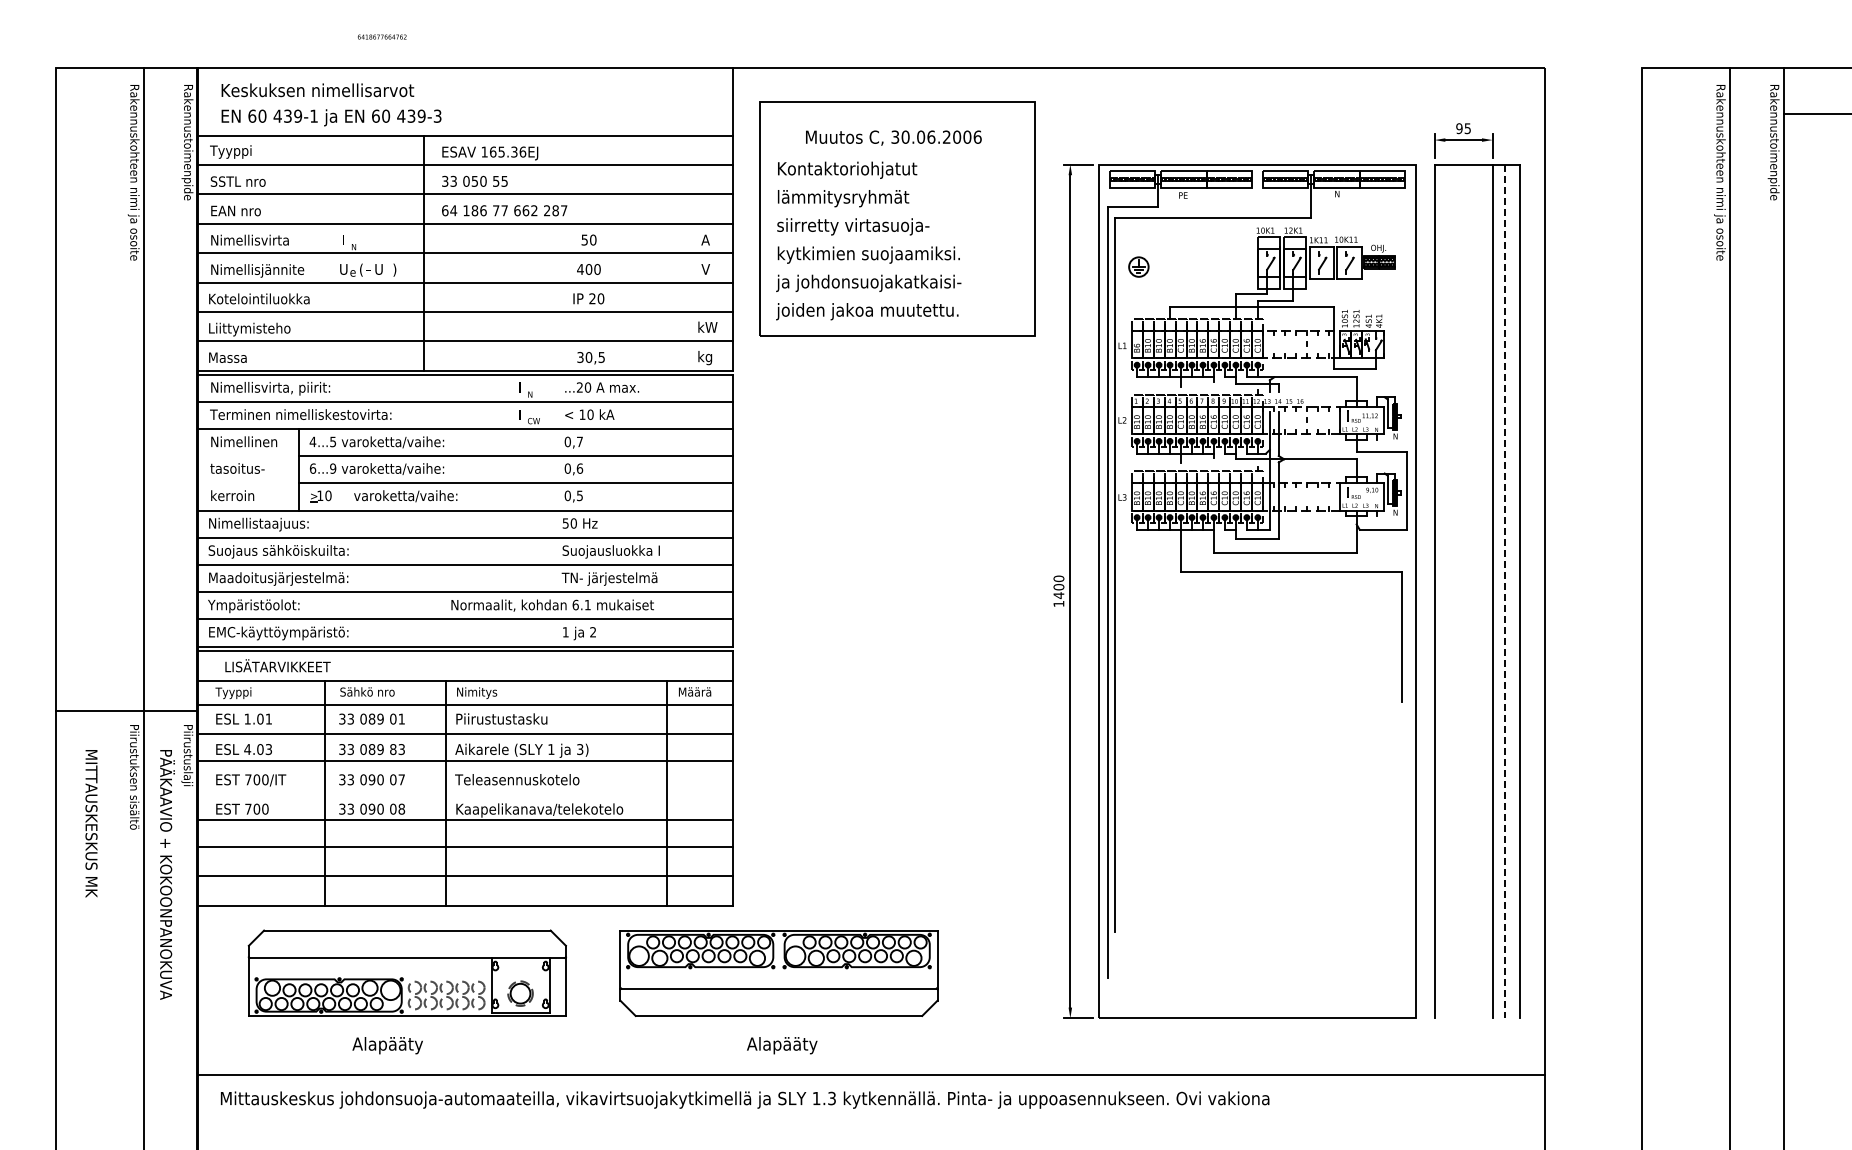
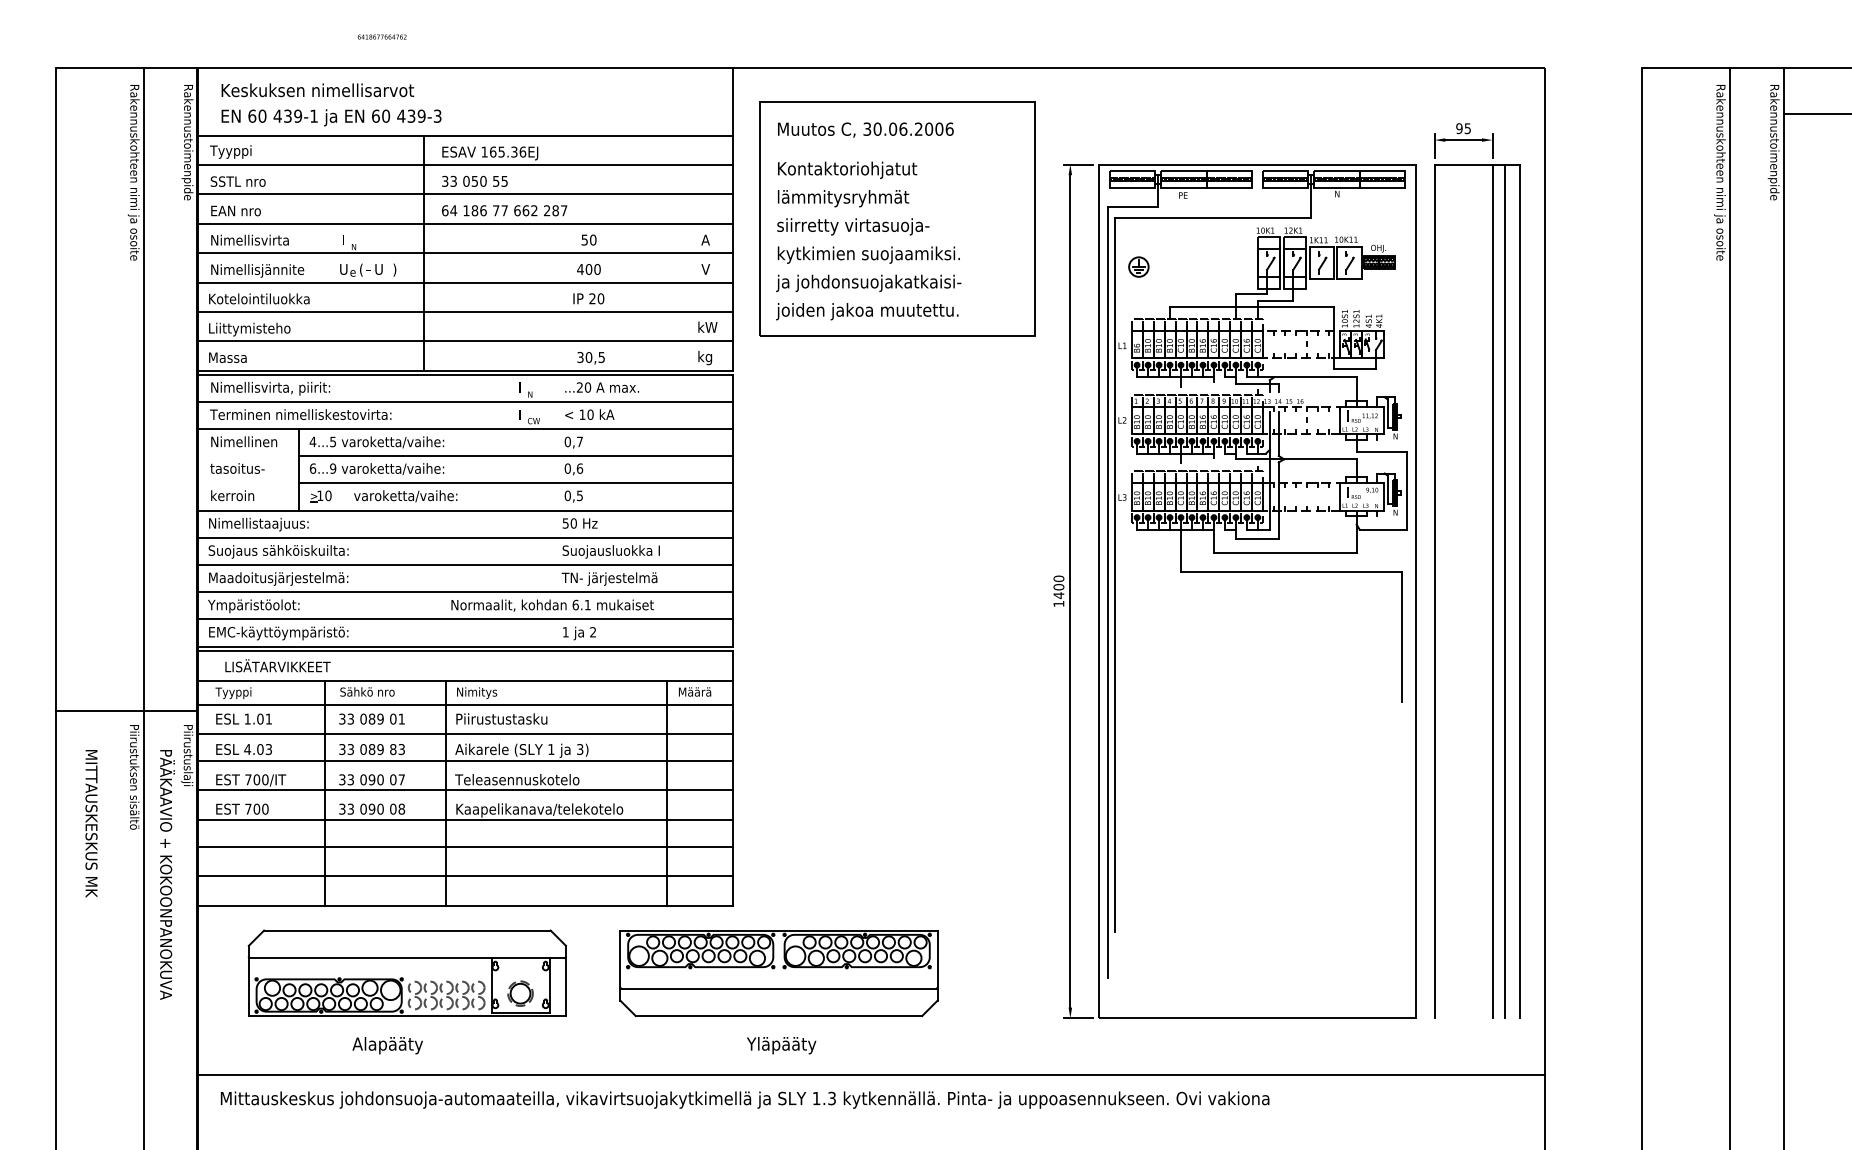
text at (893, 137) position: (893, 137) -> (865, 129)
line at (1504, 591): dashed -> solid
line at (465, 790): none -> present
text at (781, 1045): Alapääty -> Yläpääty
